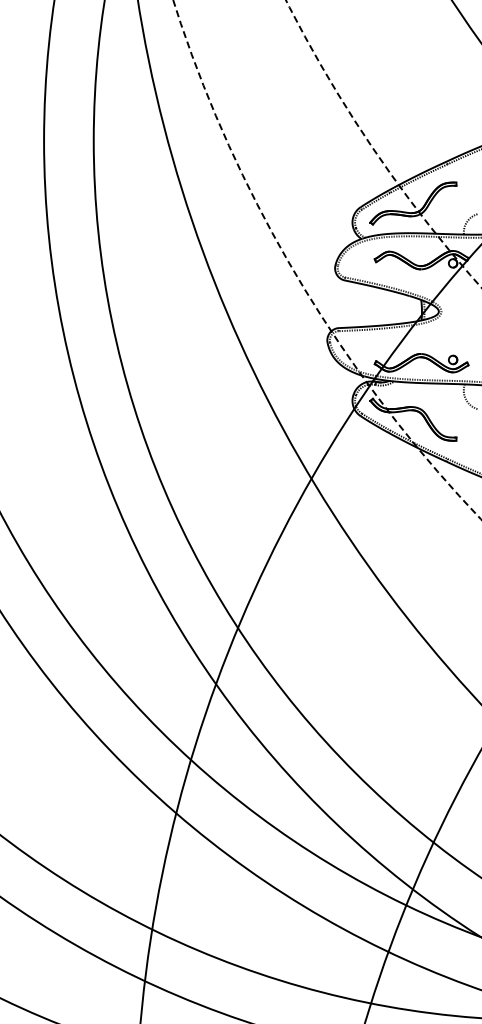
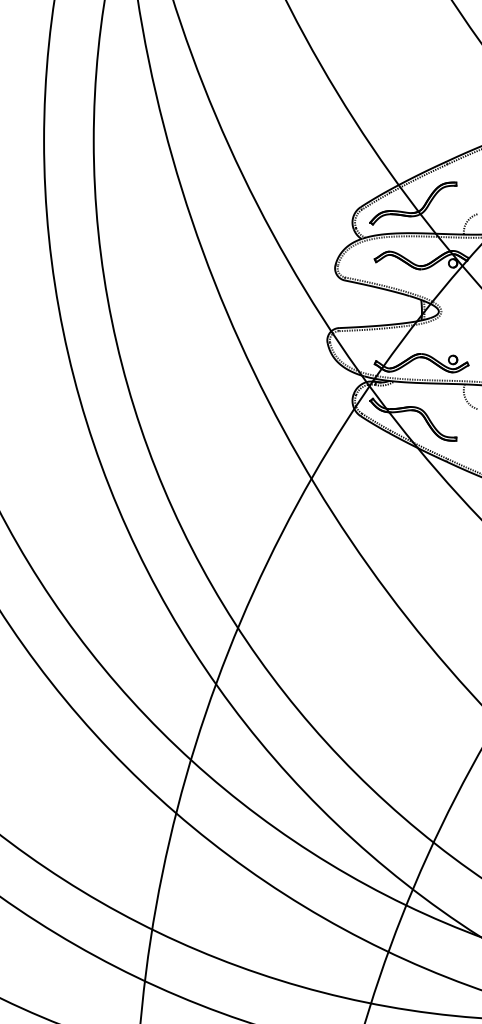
circle at (383, 143): dashed -> solid
circle at (327, 259): dashed -> solid
